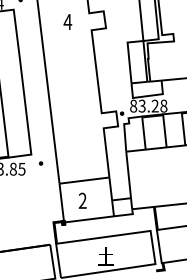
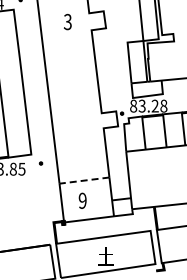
text at (67, 21): 4 -> 3
line at (83, 180): solid -> dashed
text at (82, 200): 2 -> 9
